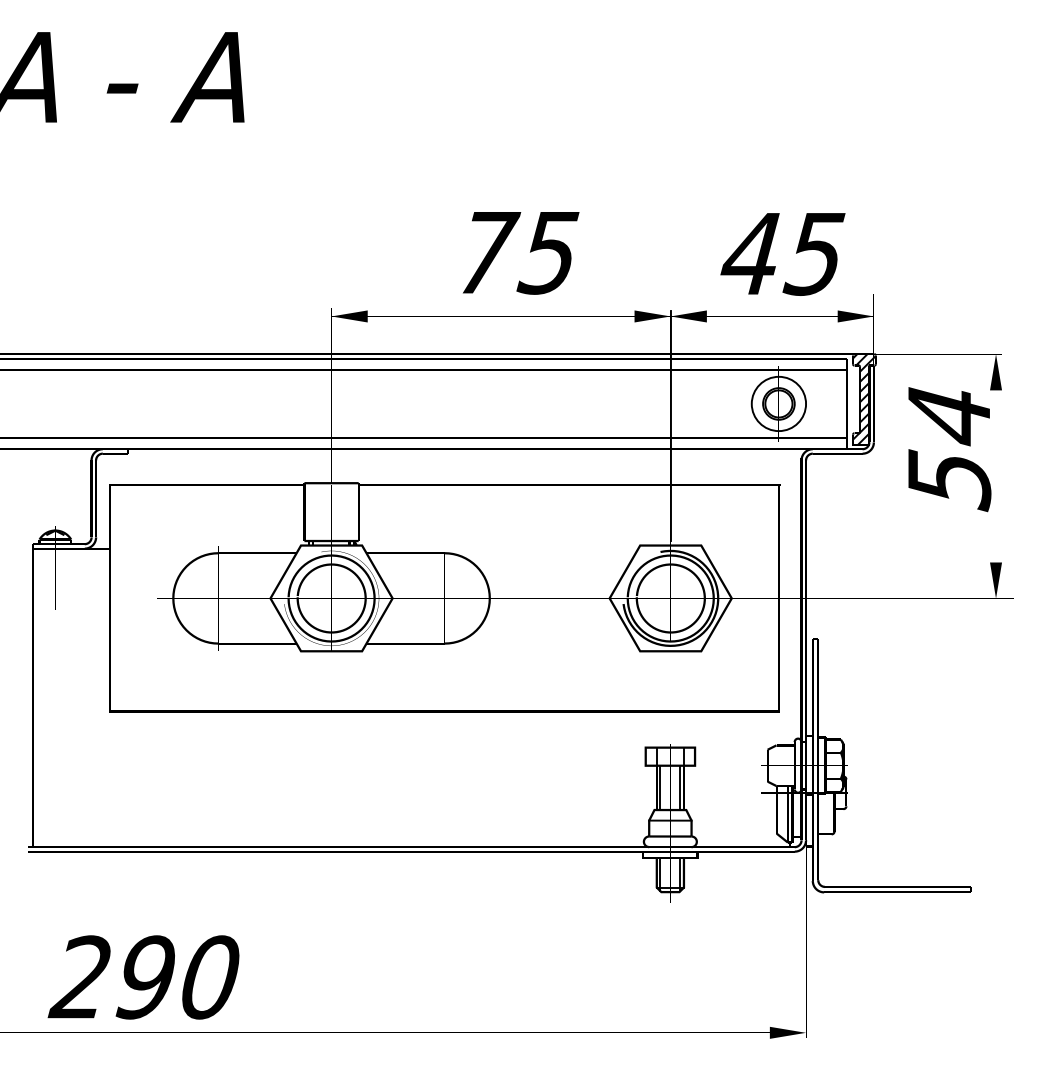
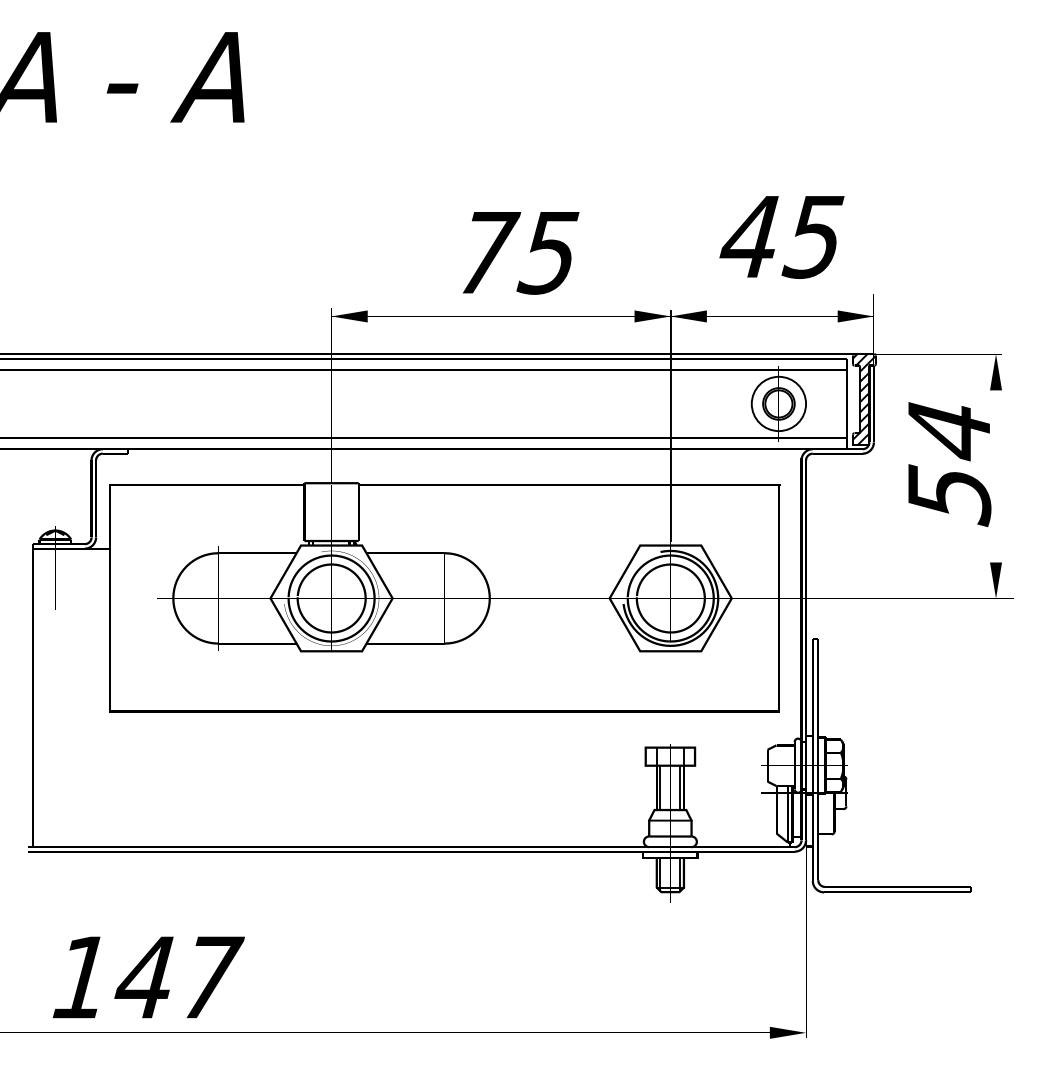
text at (782, 254) position: (782, 254) -> (781, 237)
text at (949, 449) position: (949, 449) -> (949, 464)
text at (145, 977): 290 -> 147
